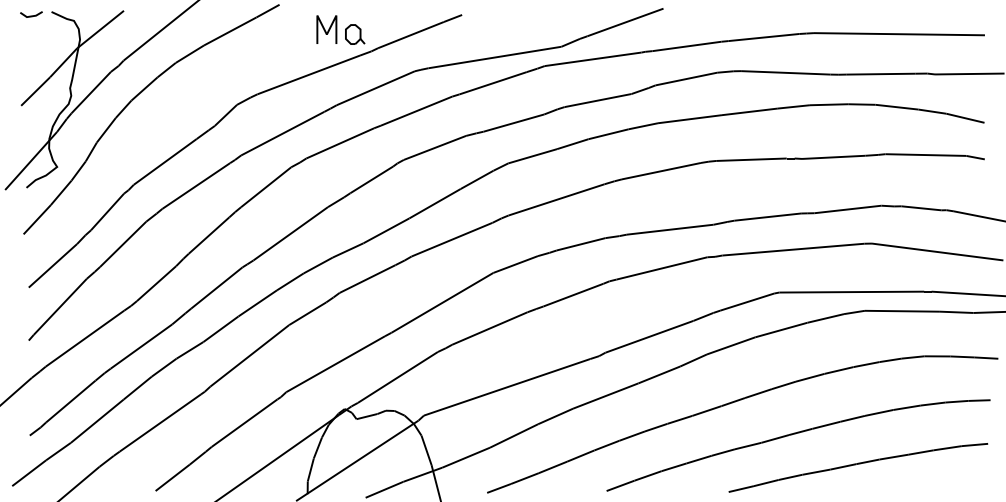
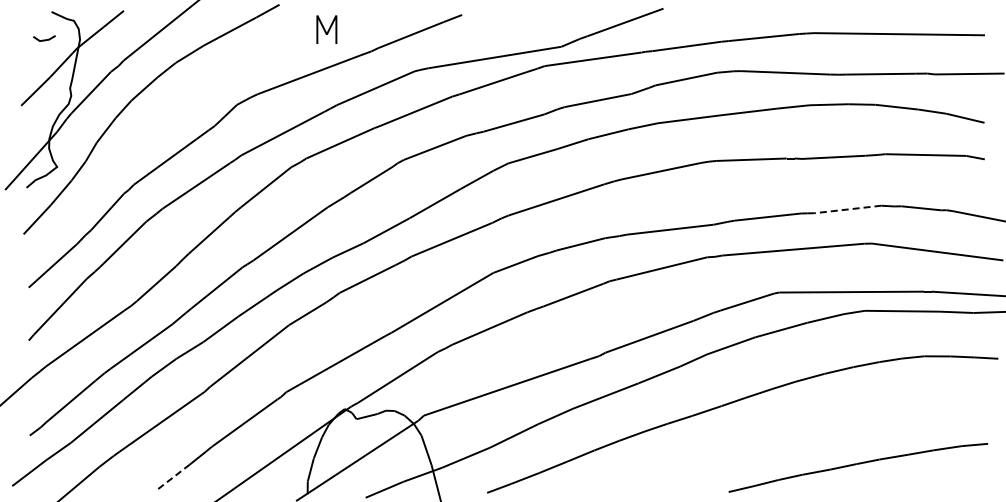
line at (31, 15) position: (31, 15) -> (44, 39)
part at (355, 34): present -> none
line at (847, 209): solid -> dashed
part at (795, 434): present -> none
line at (172, 477): solid -> dashed
